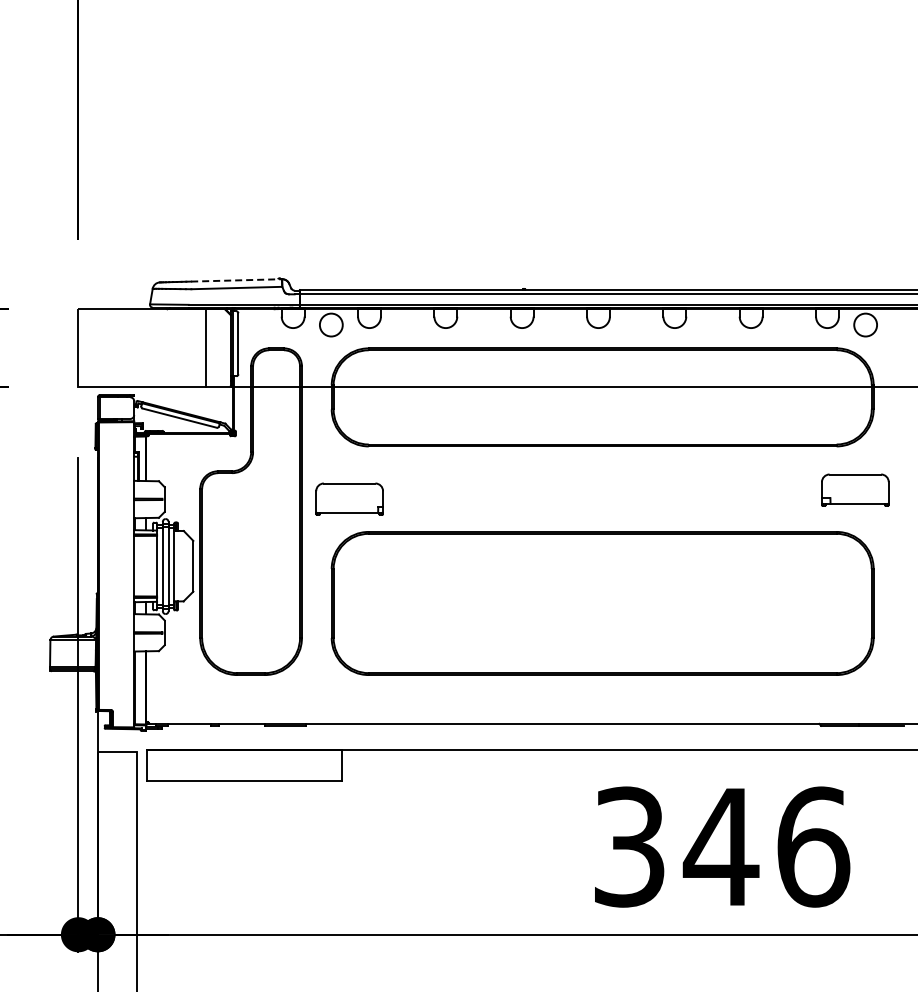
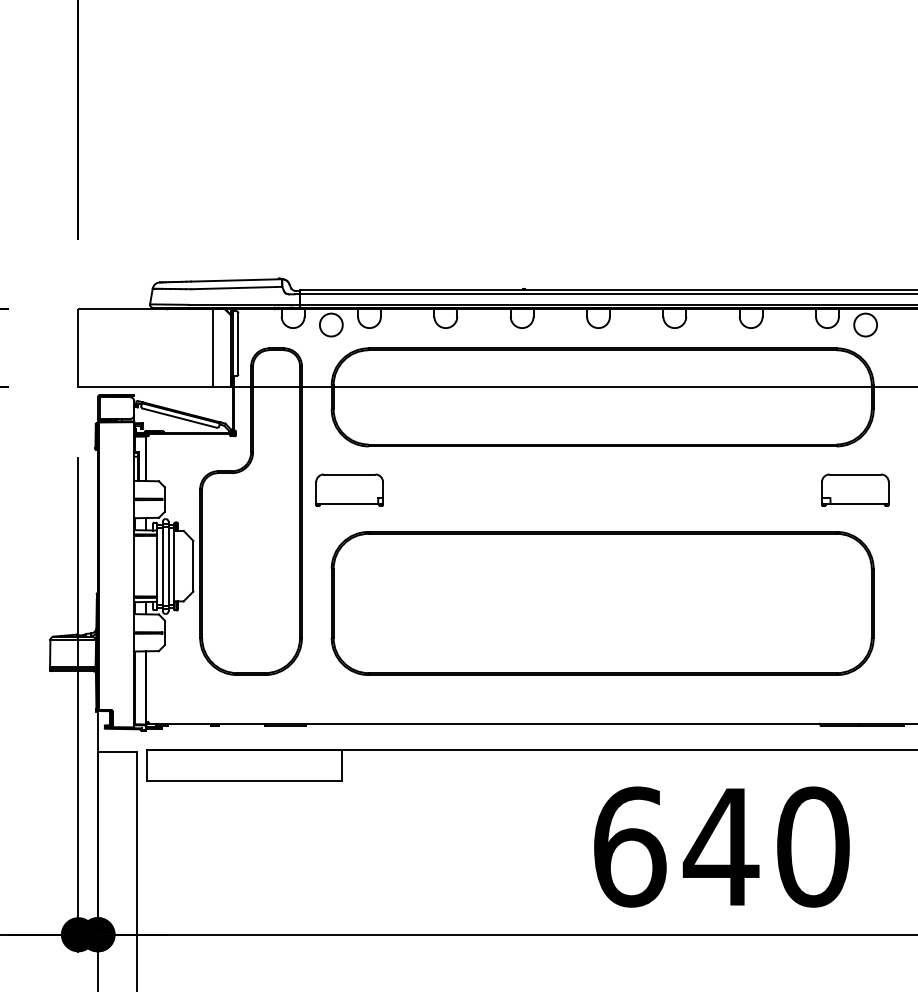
line at (237, 280): dashed -> solid
line at (205, 348) position: (205, 348) -> (212, 348)
part at (349, 498) position: (349, 498) -> (349, 489)
text at (722, 846): 346 -> 640
